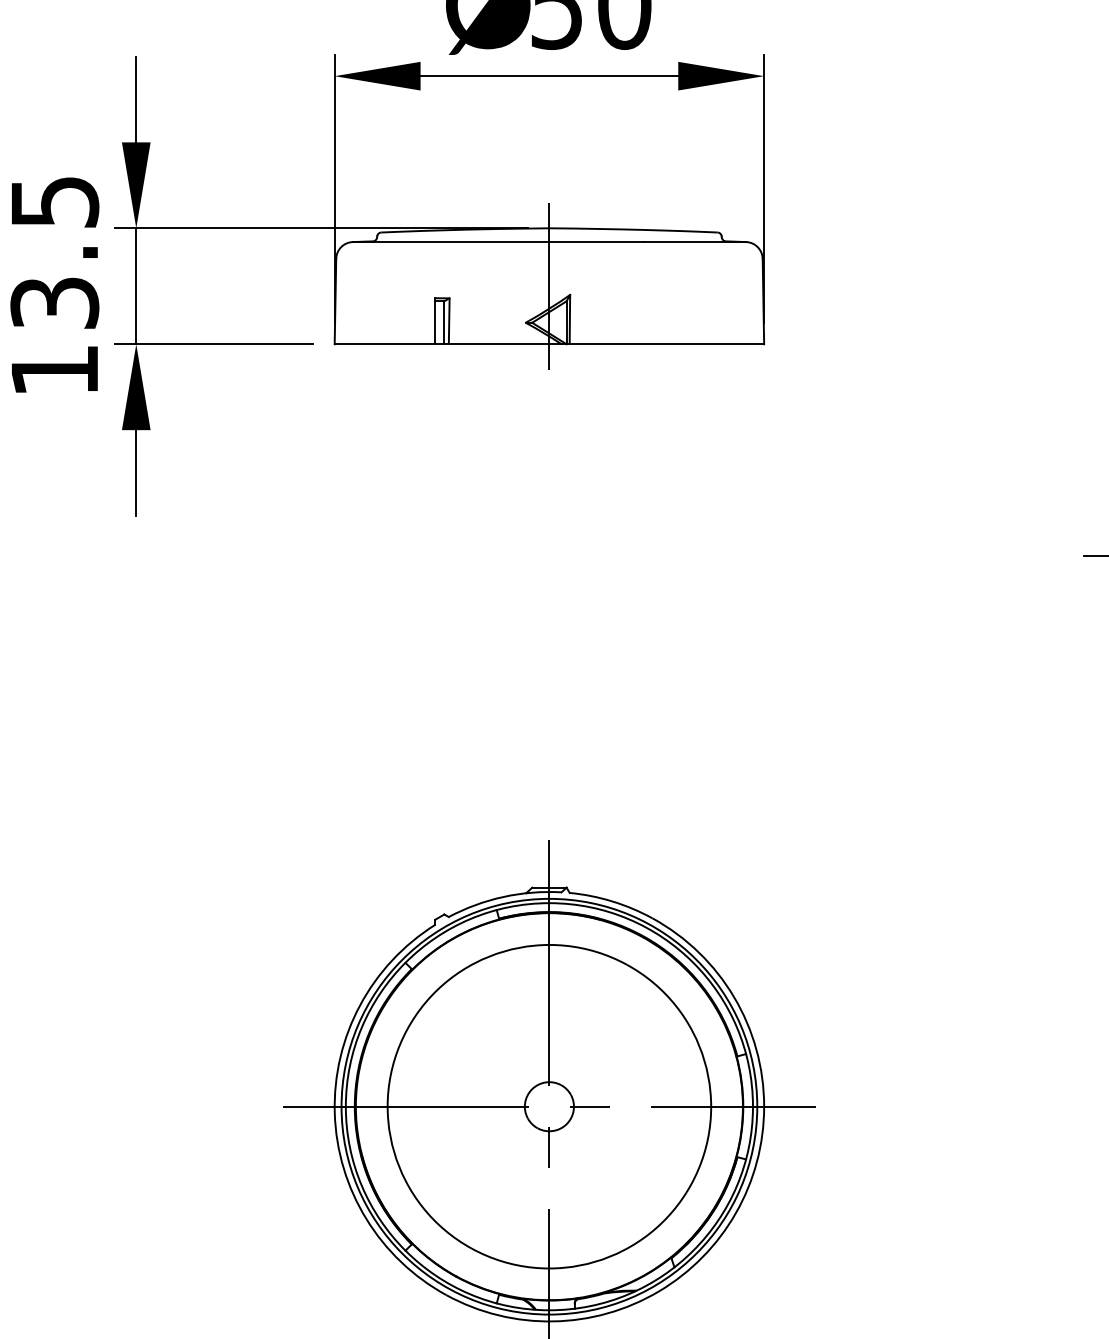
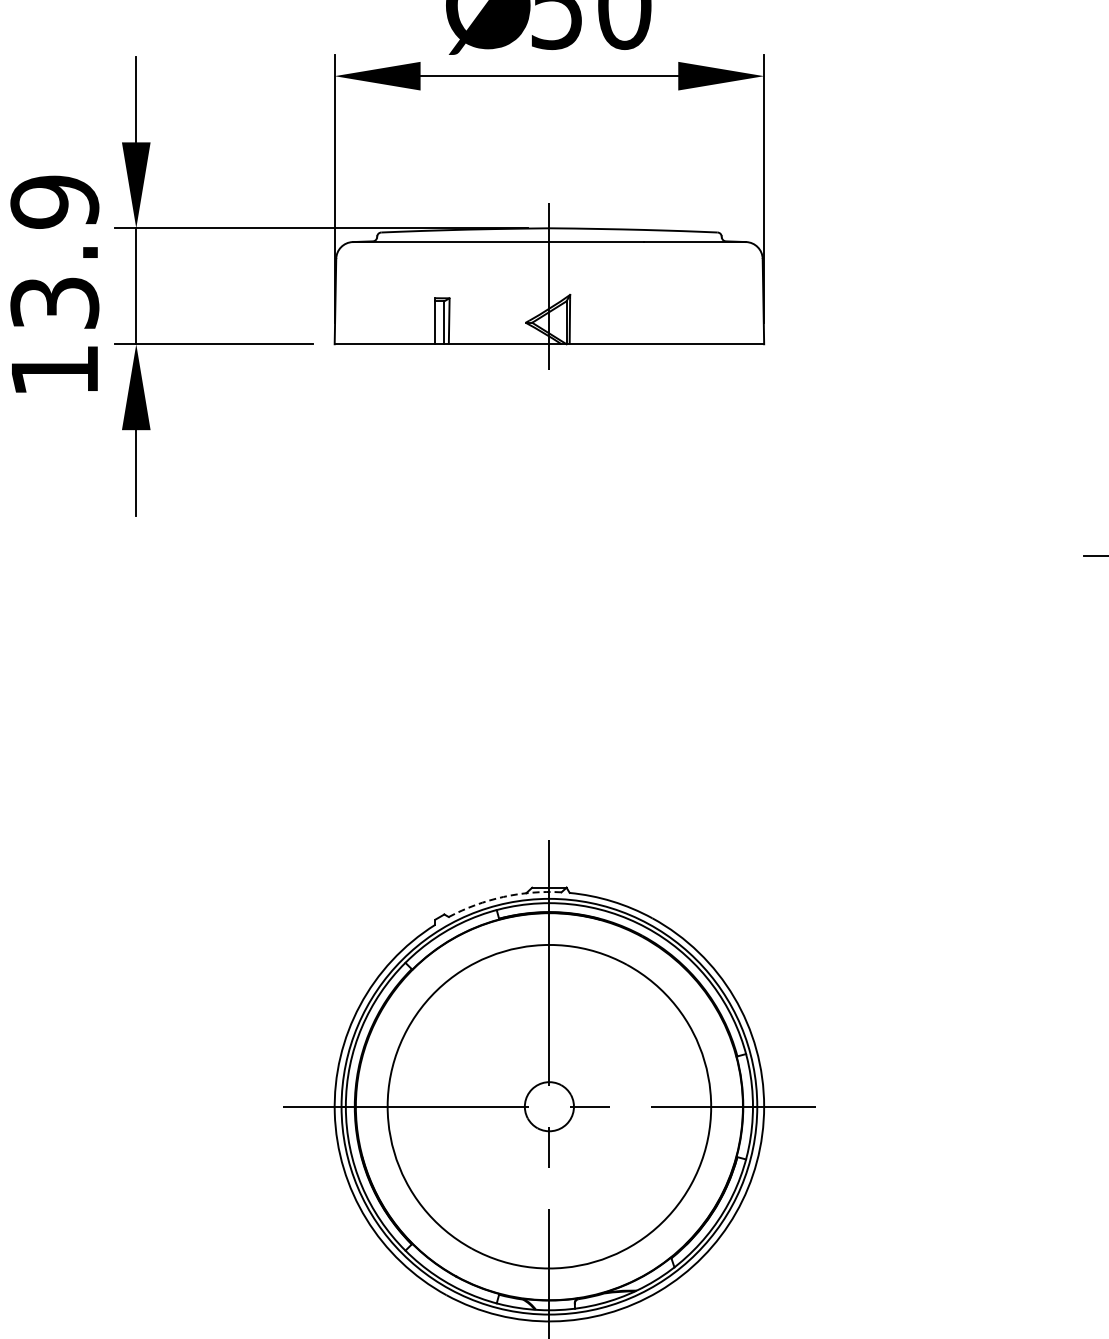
text at (54, 201): 13.5 -> 13.9
arc at (503, 896): solid -> dashed
